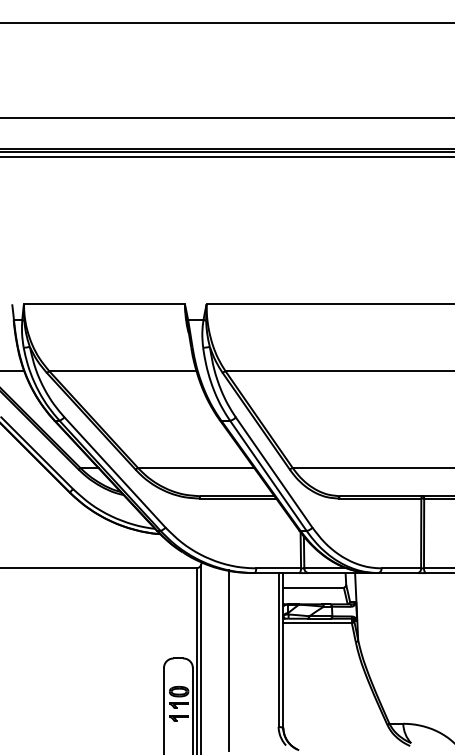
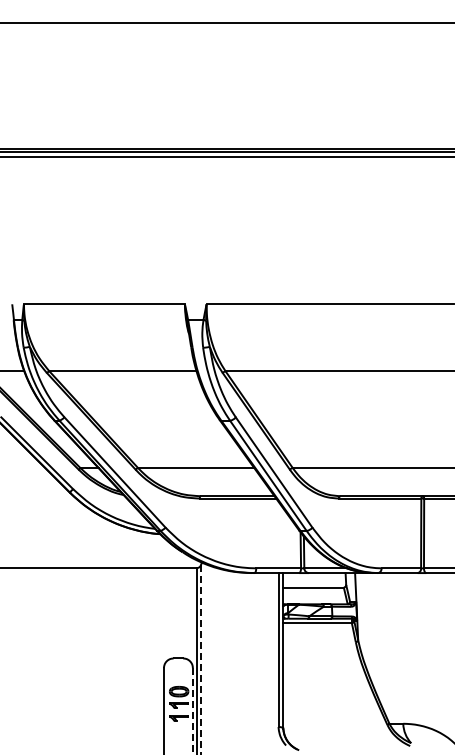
line at (226, 118): present -> none
line at (201, 659): solid -> dashed
line at (228, 660): present -> none
line at (192, 712): solid -> dashed
